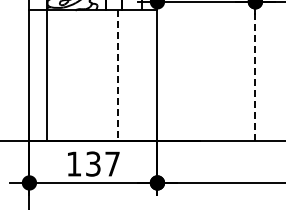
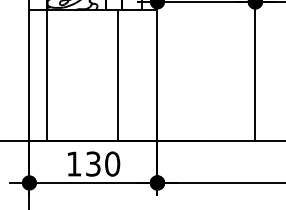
line at (255, 69): dashed -> solid
line at (117, 75): dashed -> solid
text at (112, 163): 137 -> 130
